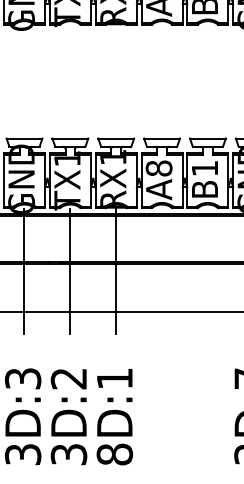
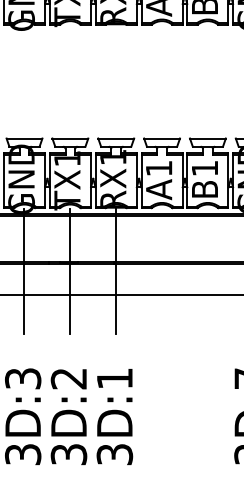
text at (158, 168): A8 -> A1
line at (121, 312) position: (121, 312) -> (121, 295)
text at (114, 454): 8D:1 -> 3D:1
